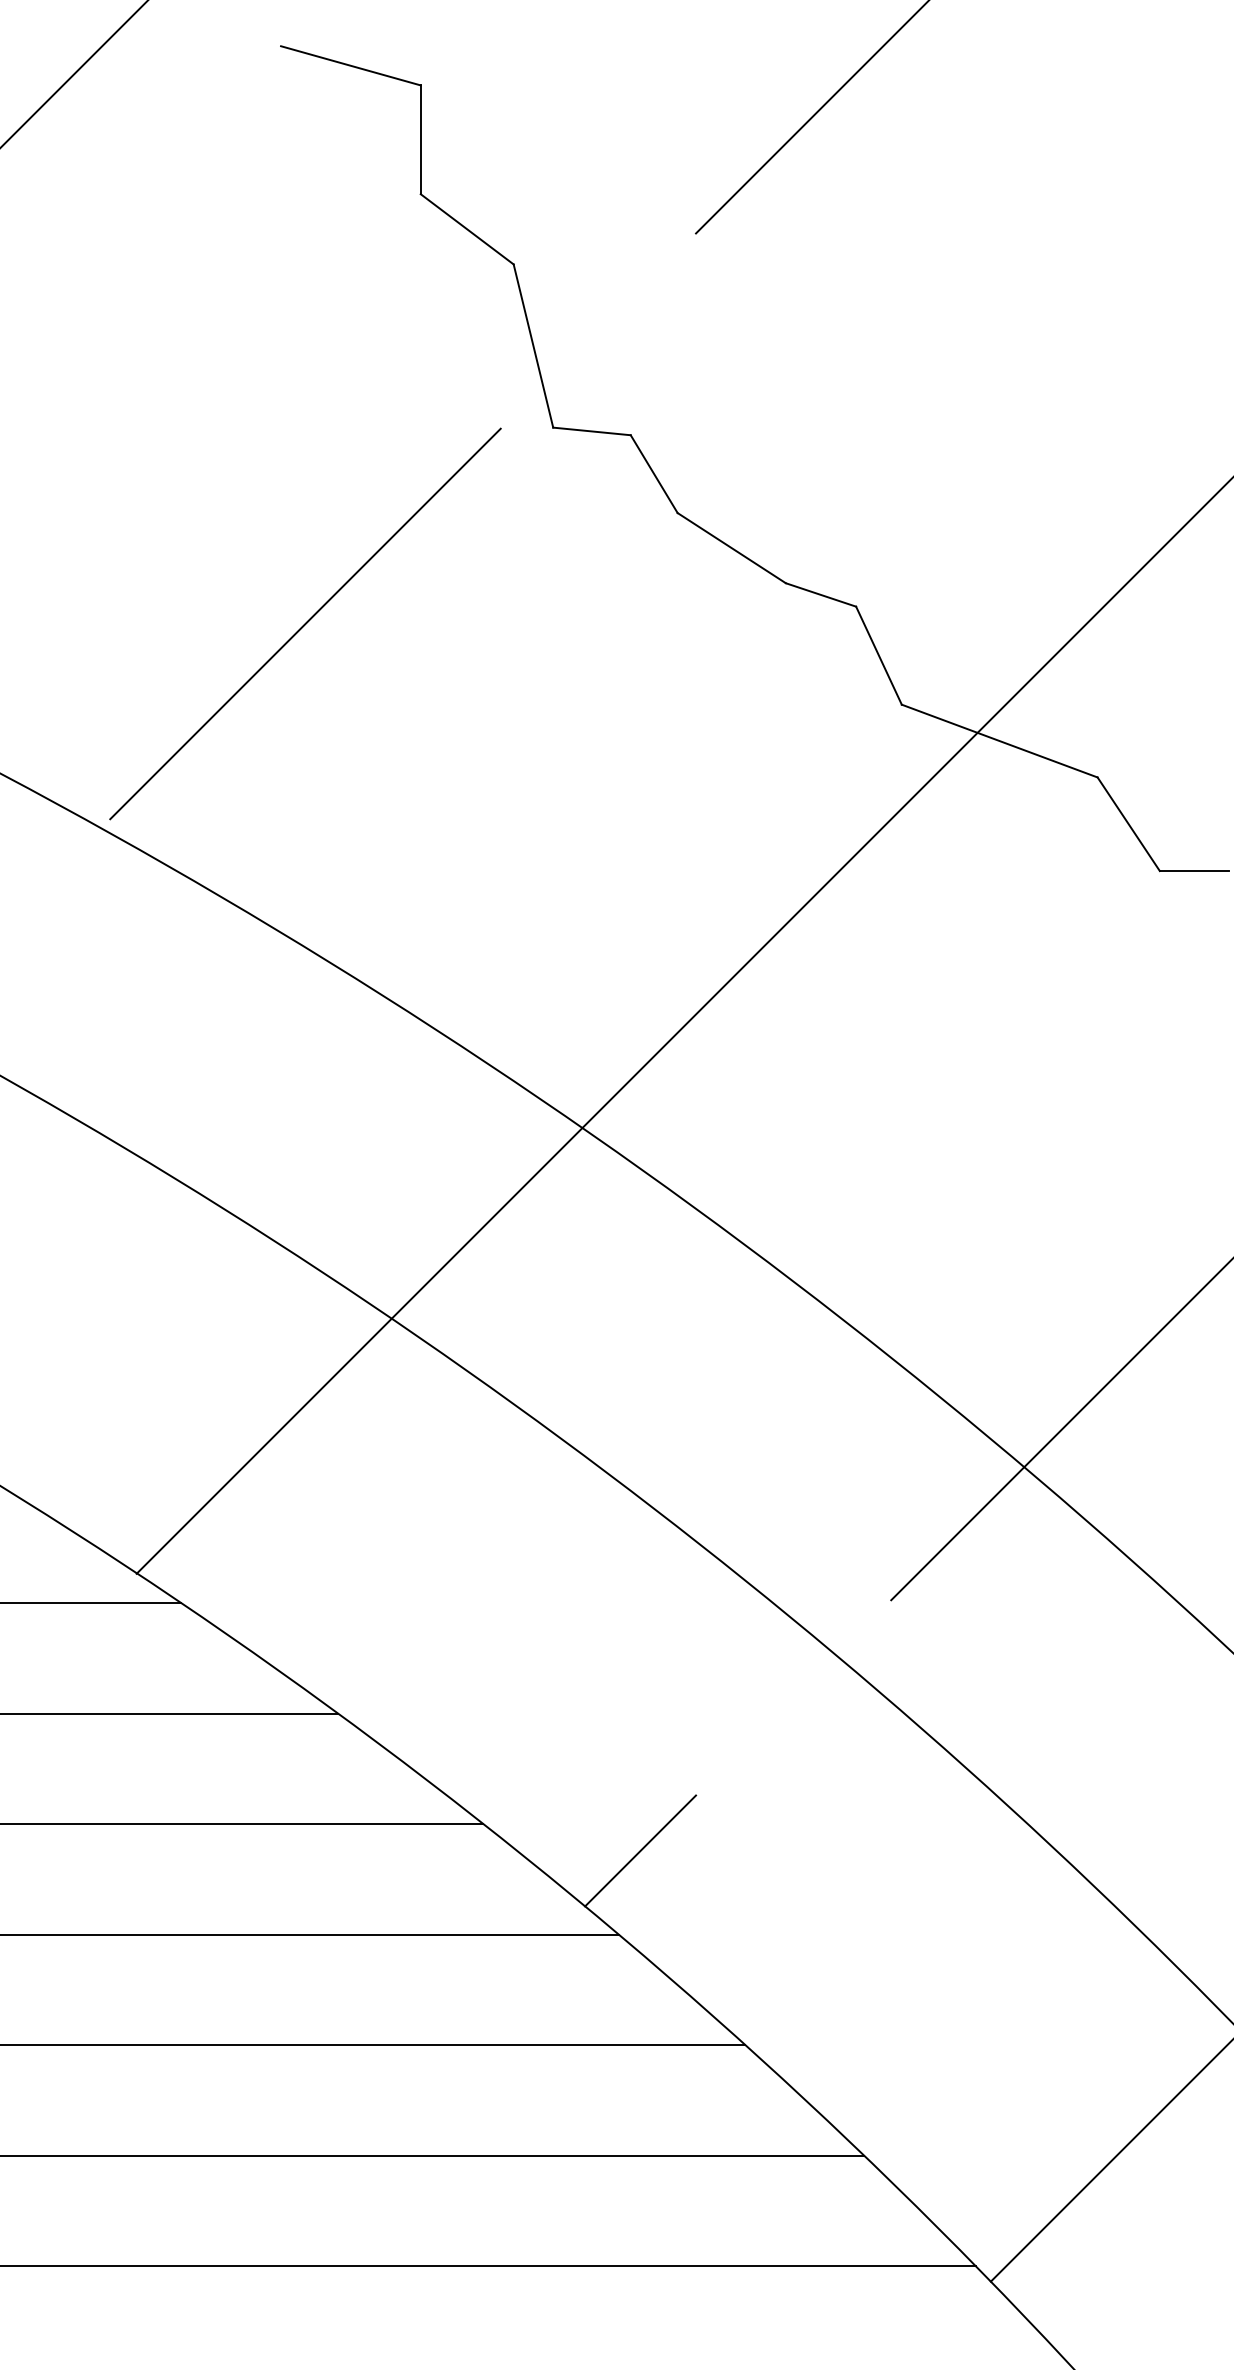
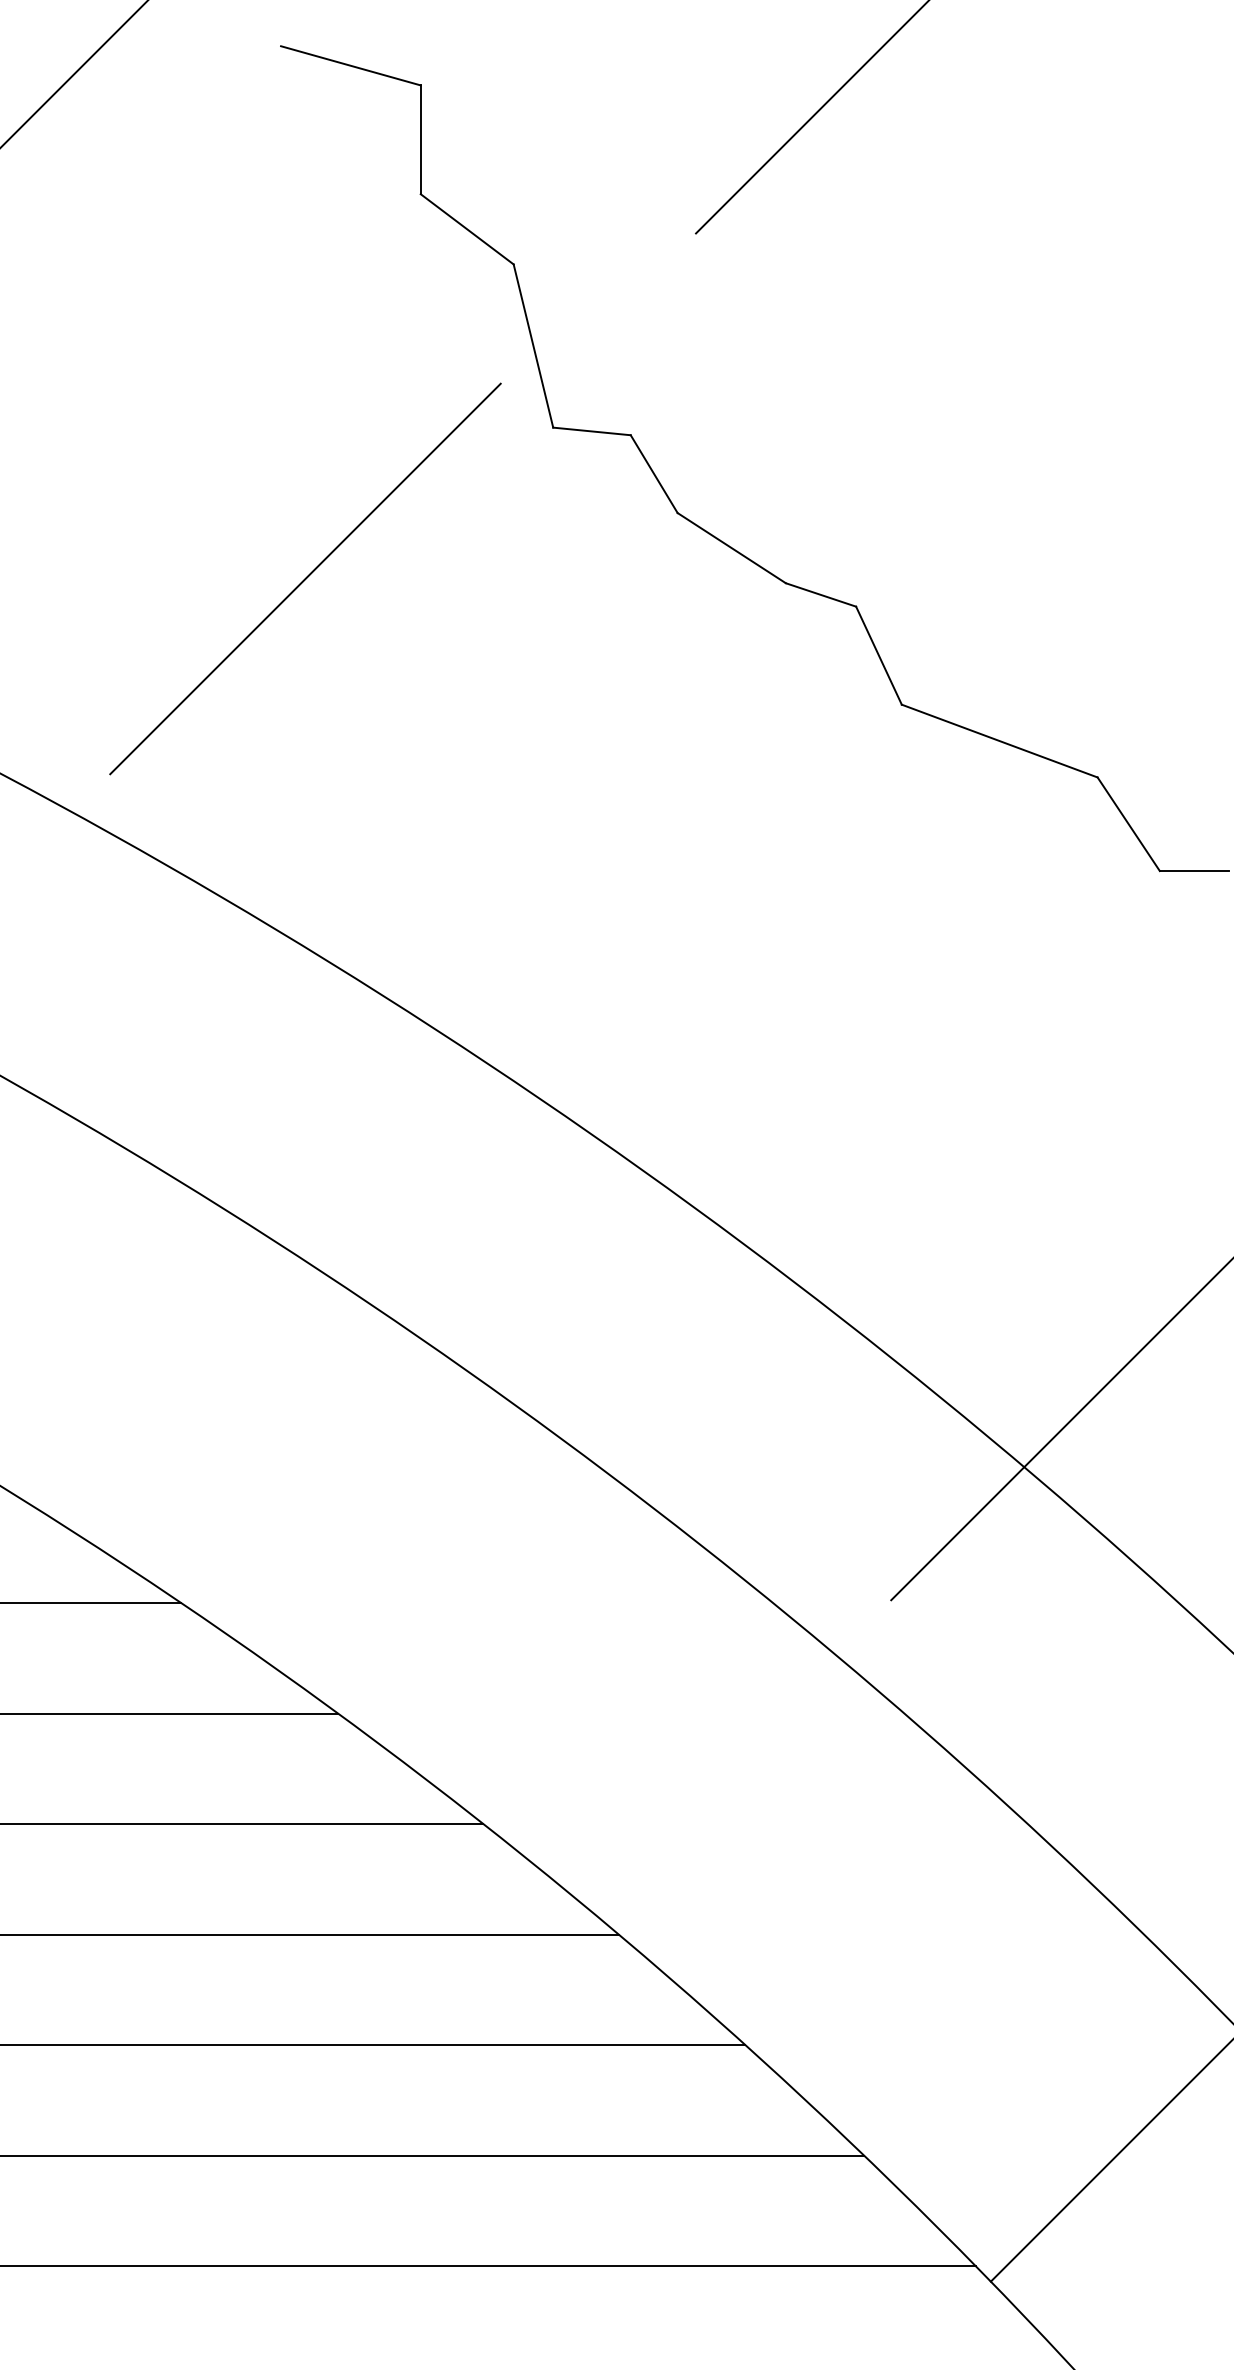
line at (305, 623) position: (305, 623) -> (305, 578)
line at (683, 1026): present -> none
line at (640, 1850): present -> none
